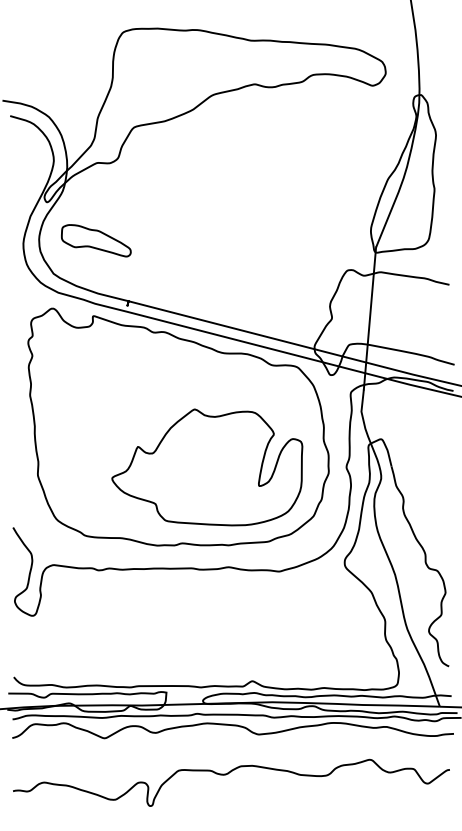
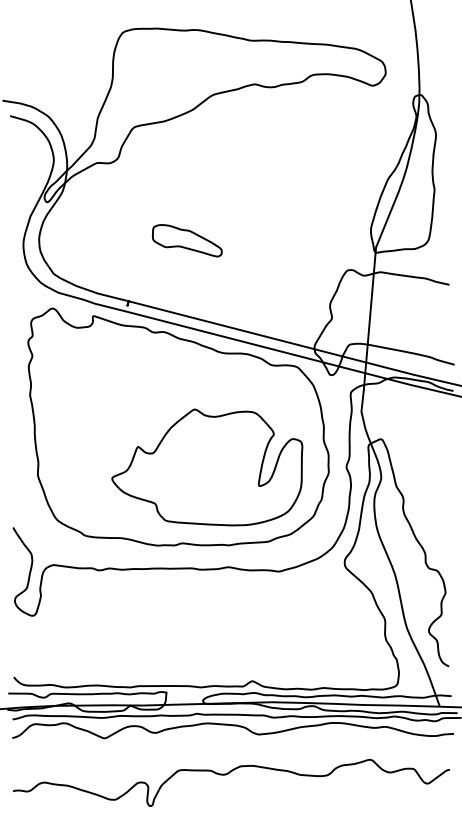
part at (96, 240) position: (96, 240) -> (187, 240)
